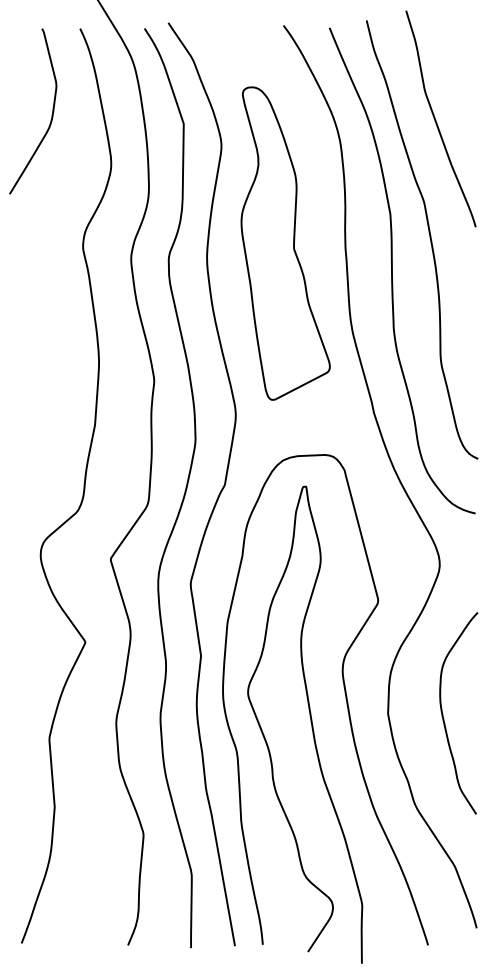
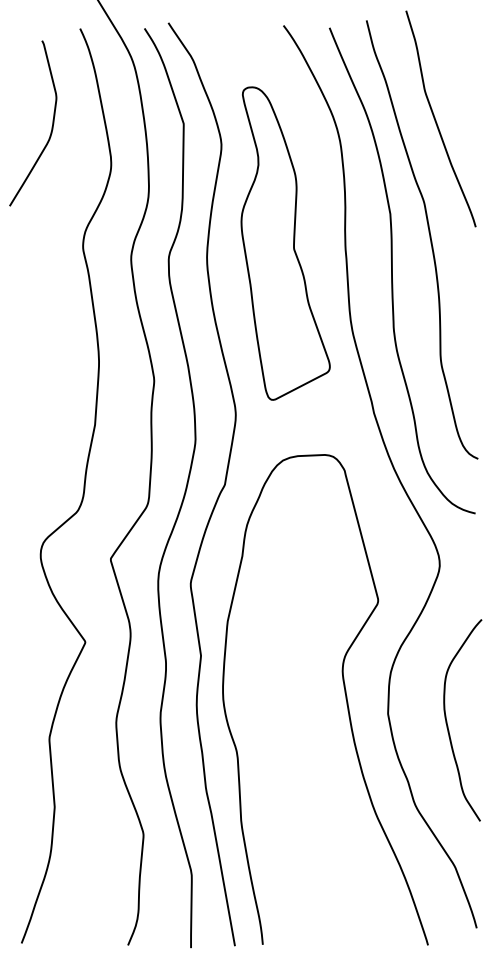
curve at (51, 114) position: (51, 114) -> (51, 126)
curve at (444, 718) position: (444, 718) -> (448, 725)
curve at (310, 722): present -> none
